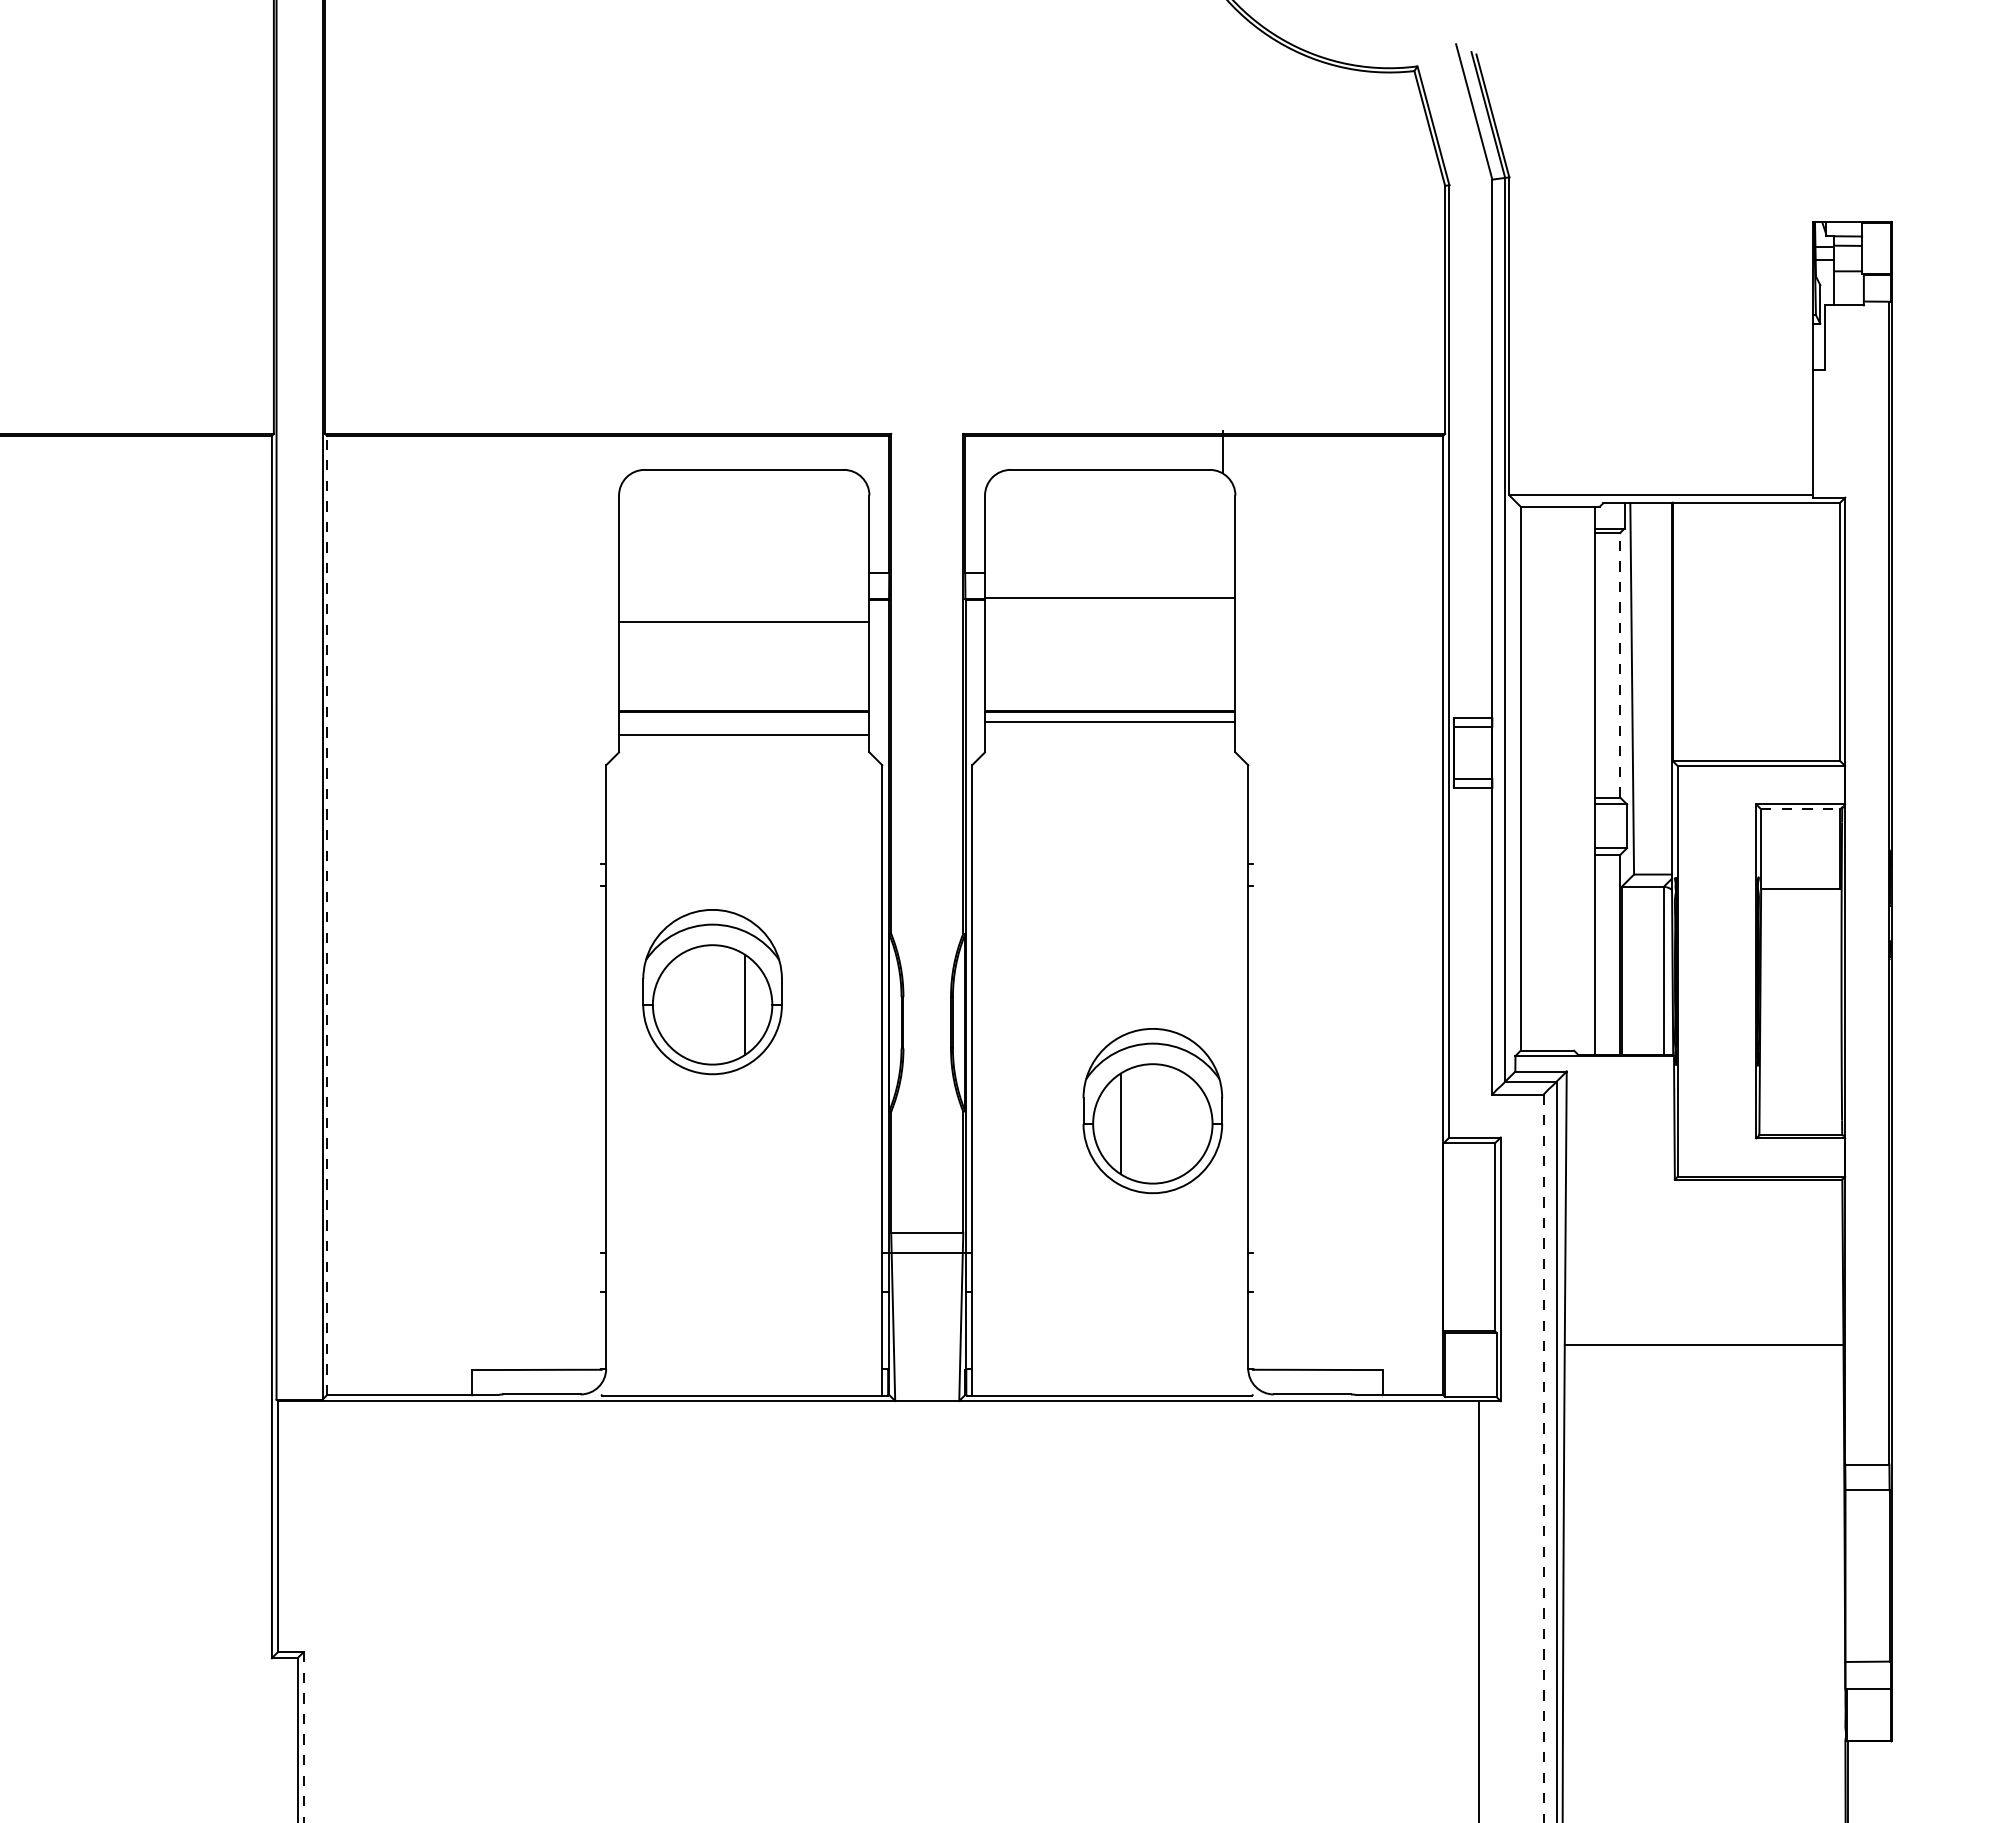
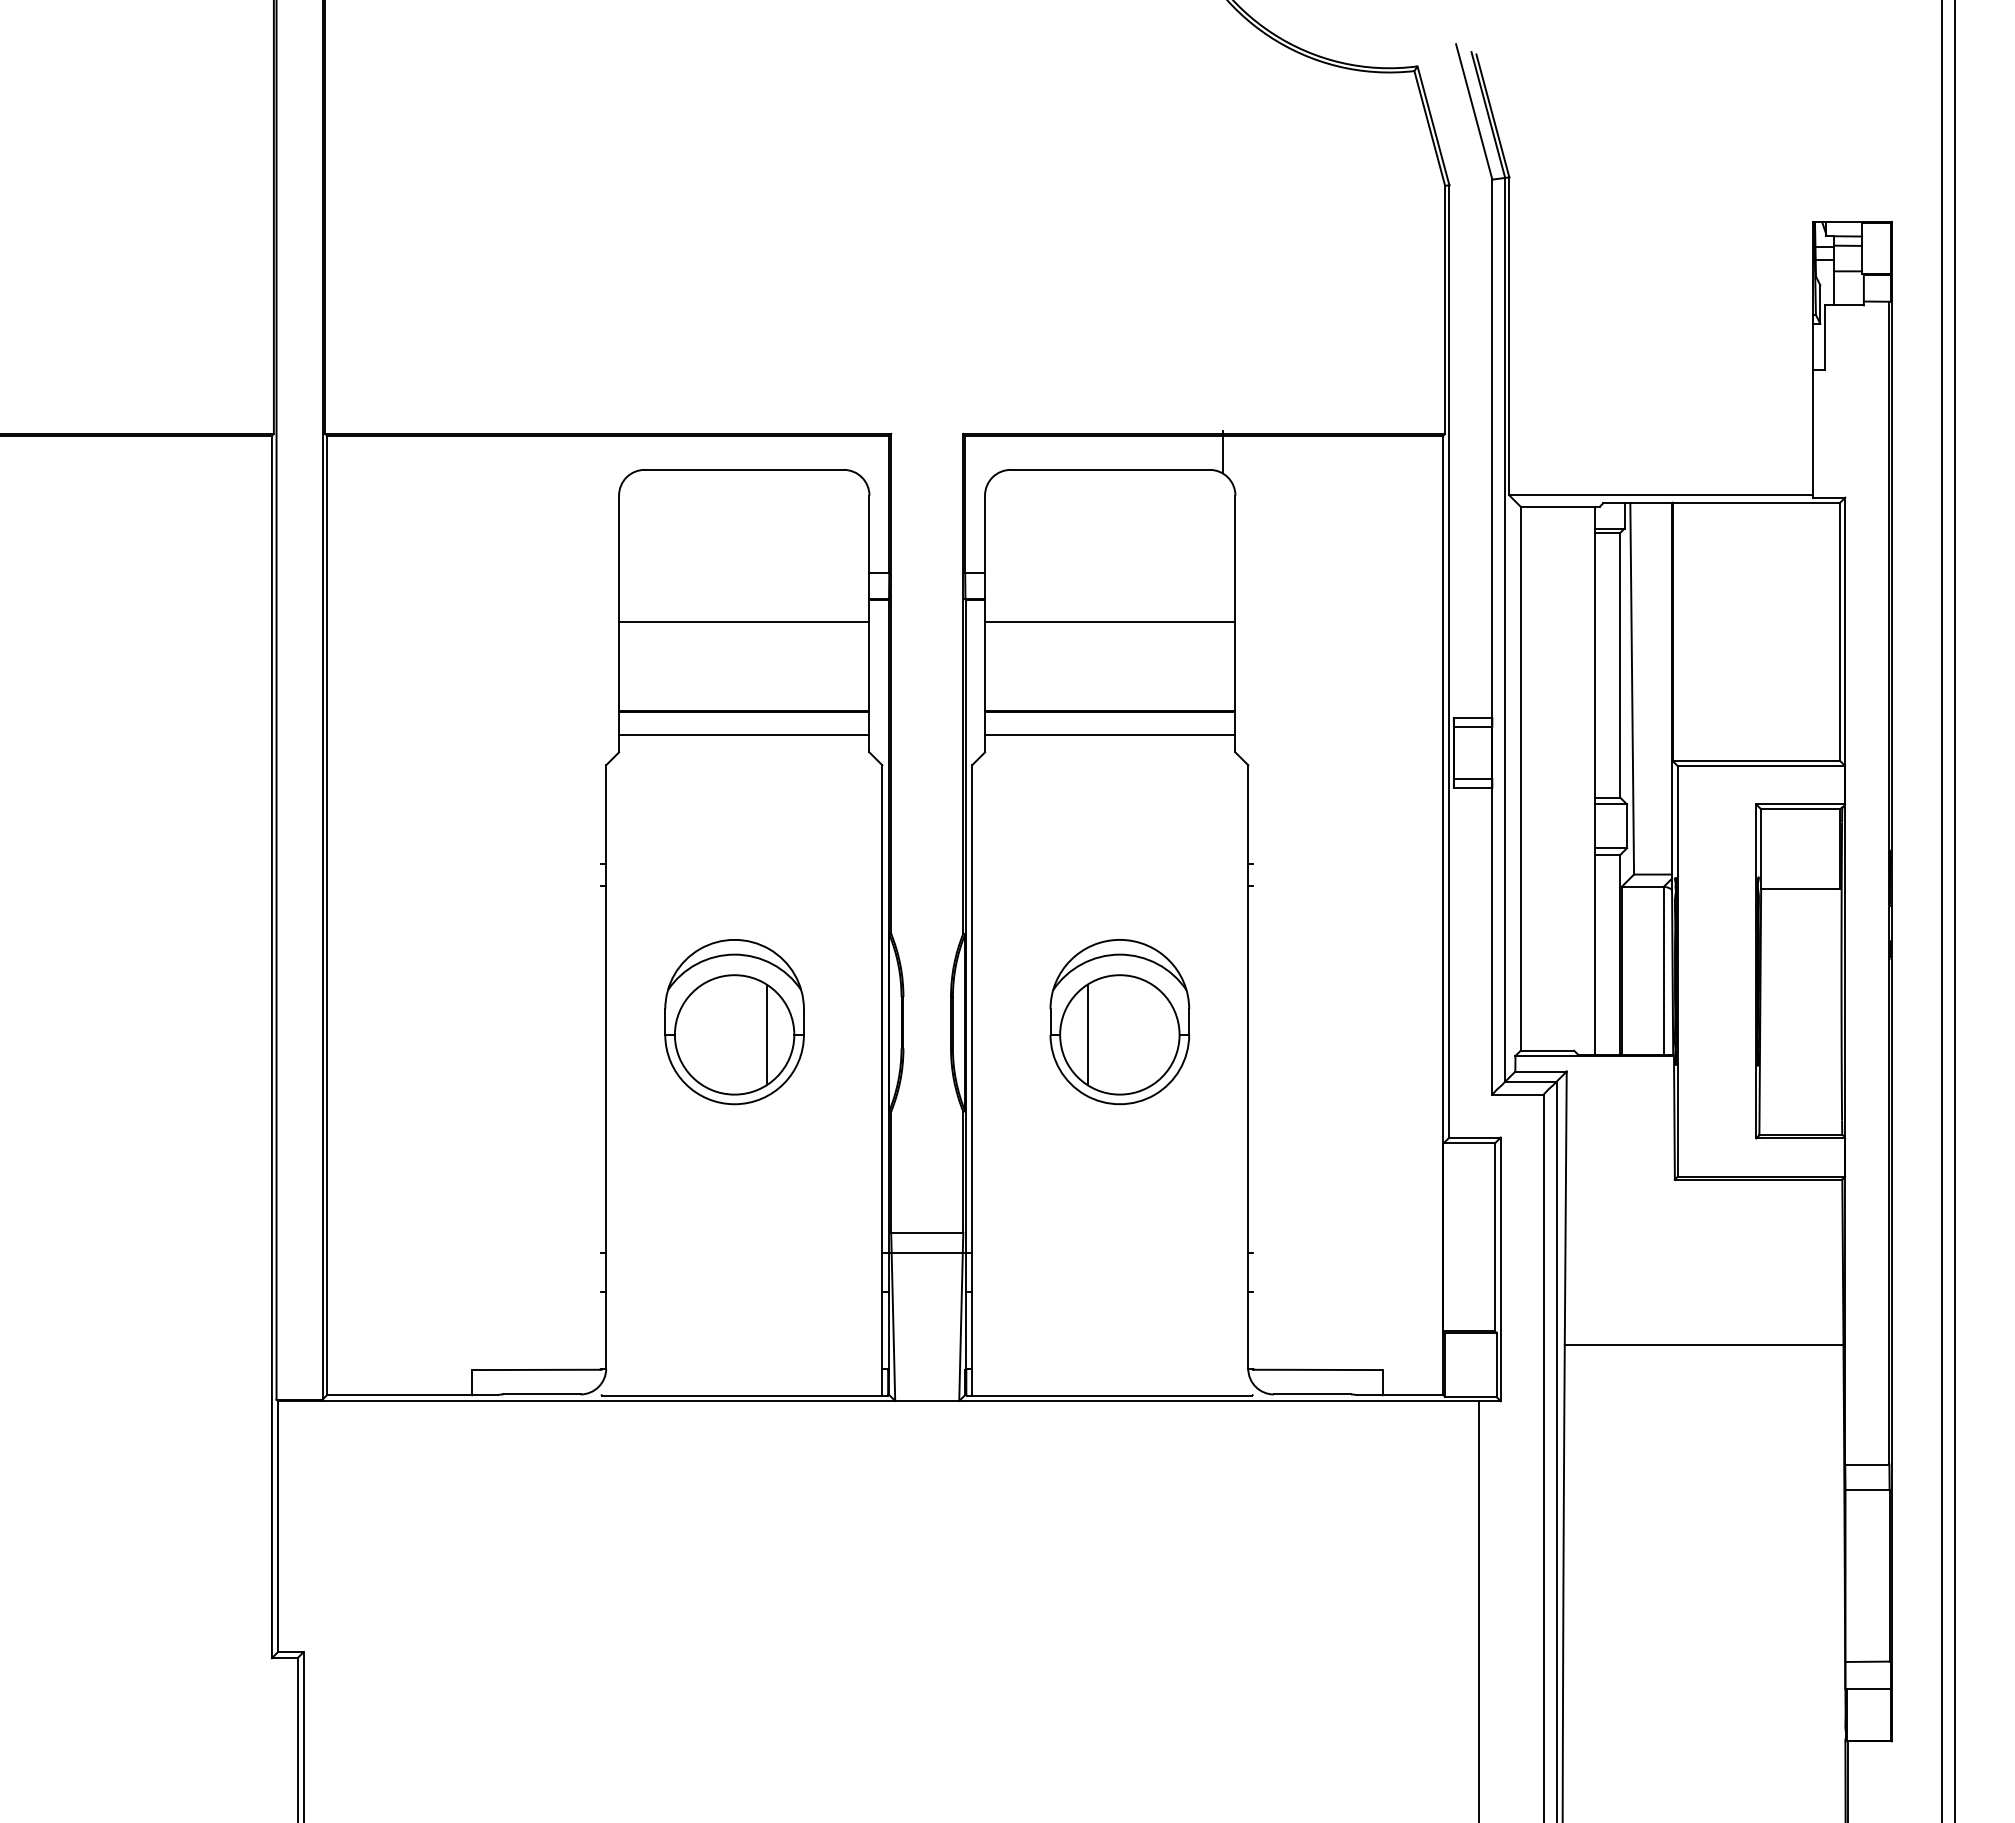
line at (1110, 597) position: (1110, 597) -> (1110, 621)
line at (1620, 664): dashed -> solid
line at (1110, 721) position: (1110, 721) -> (1110, 734)
line at (1800, 809): dashed -> solid
line at (1941, 910): none -> present
line at (1954, 910): none -> present
line at (327, 915): dashed -> solid
part at (712, 992) position: (712, 992) -> (734, 1022)
part at (1152, 1110) position: (1152, 1110) -> (1119, 1021)
line at (1543, 1458): dashed -> solid
line at (303, 1737): dashed -> solid
